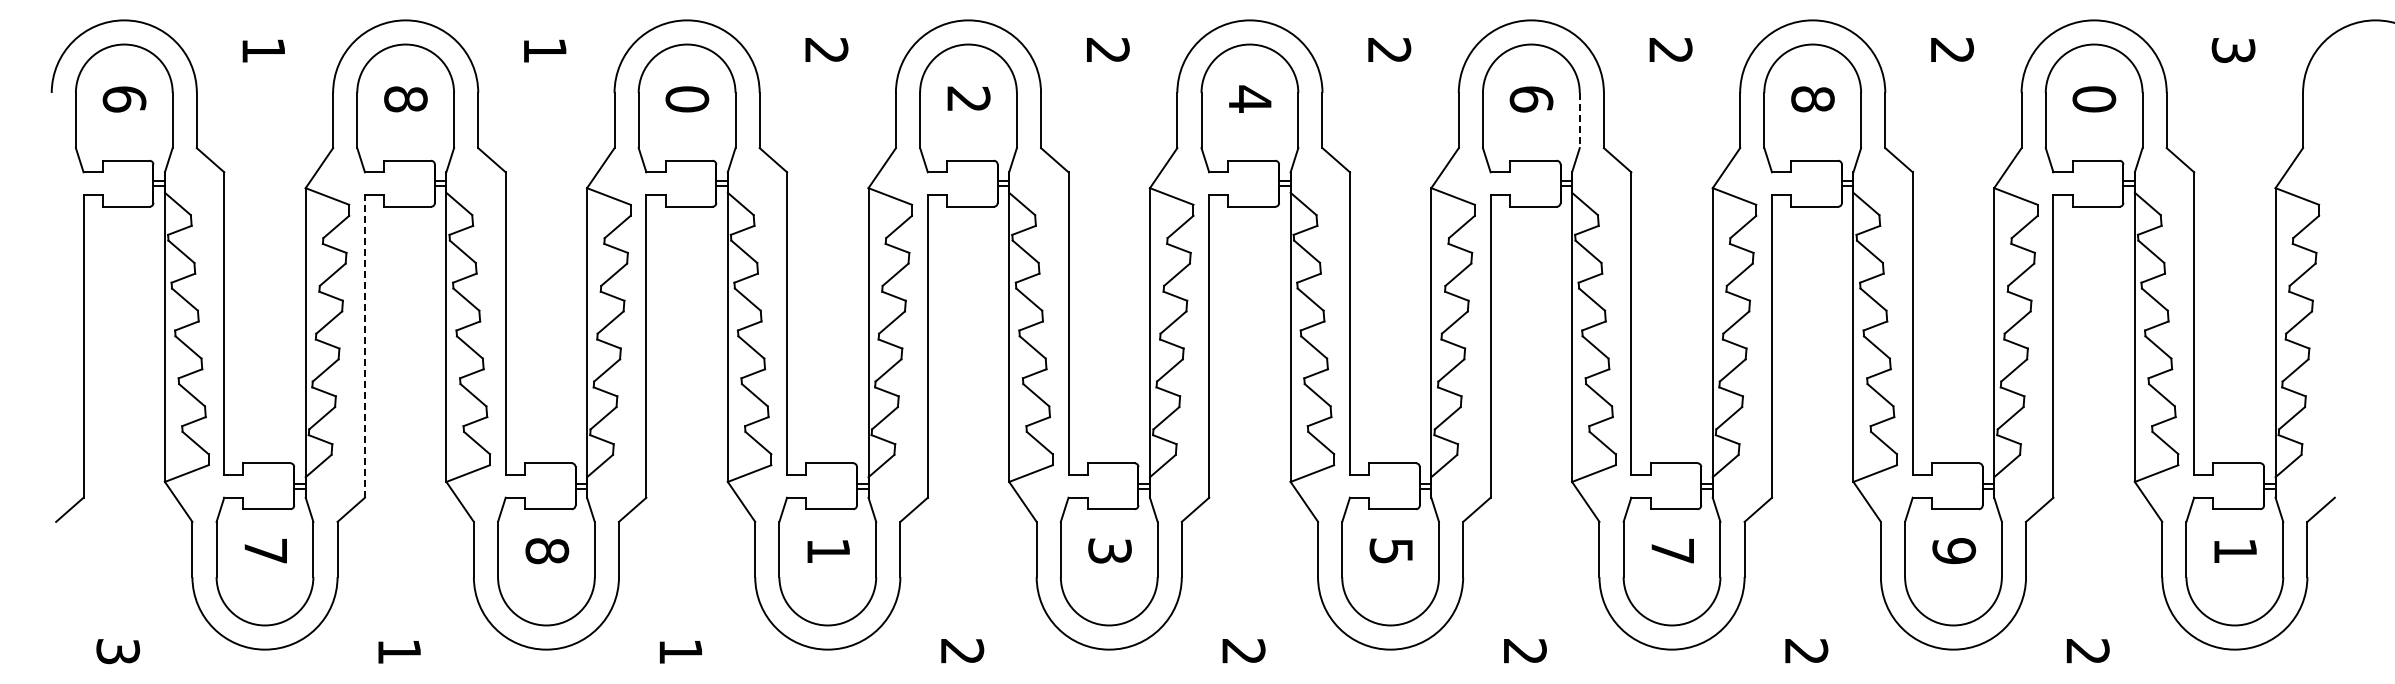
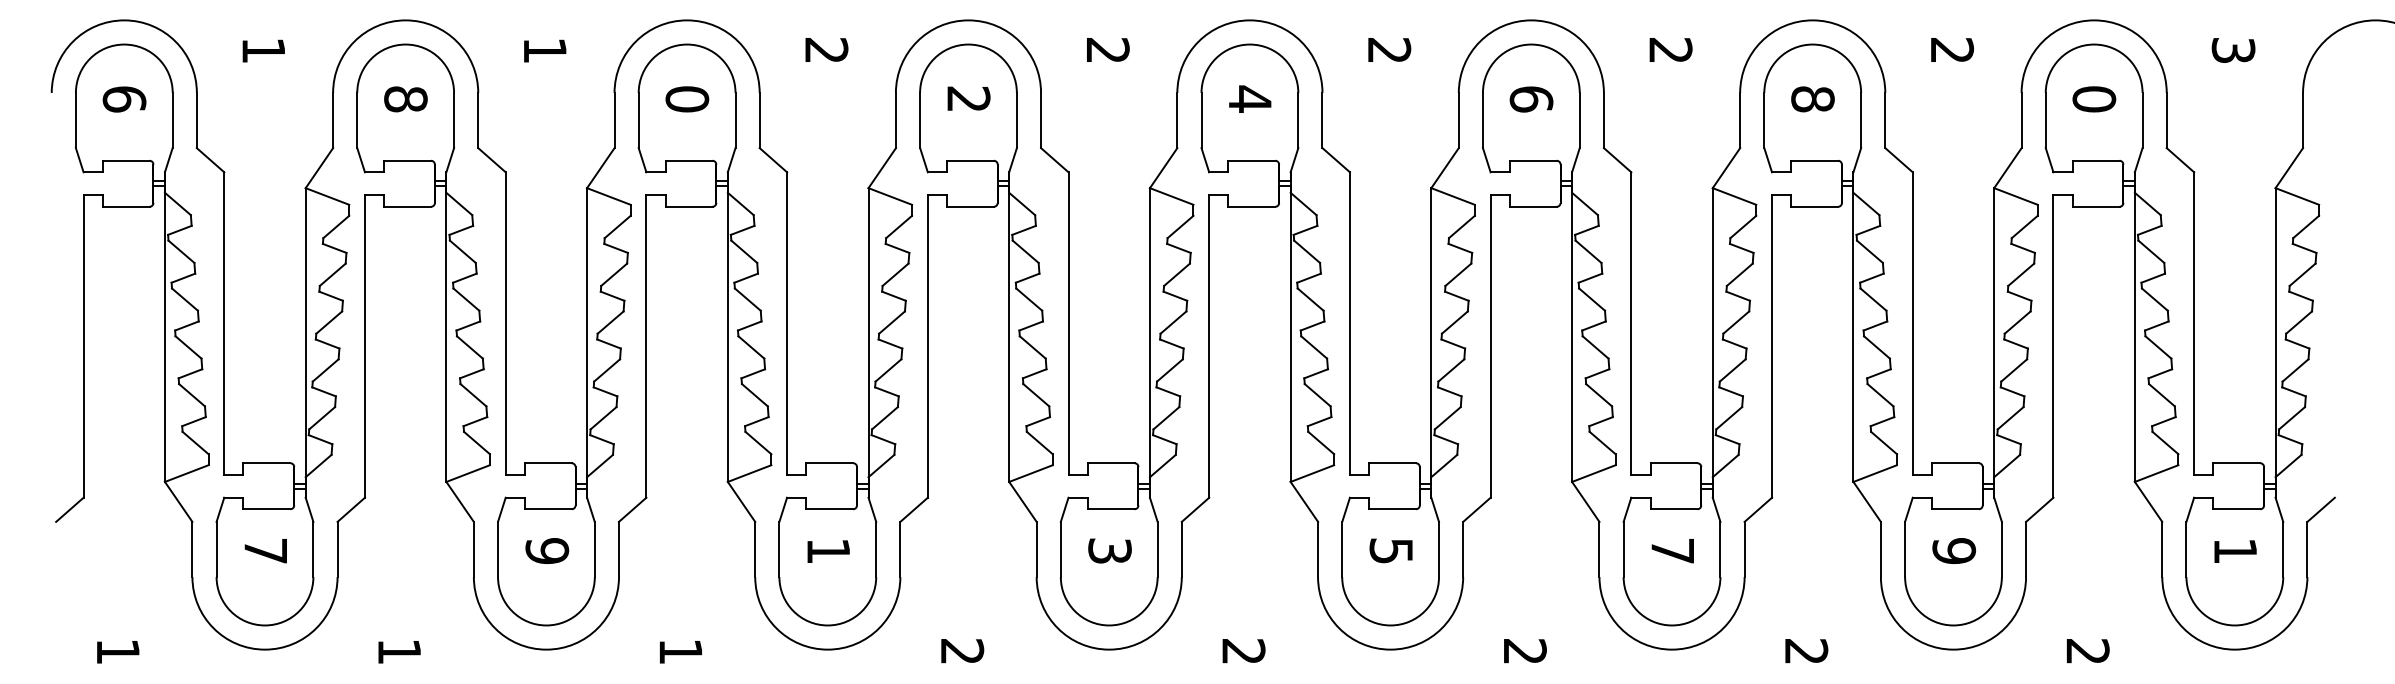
line at (1579, 120): dashed -> solid
line at (364, 346): dashed -> solid
text at (546, 551): 8 -> 9
text at (118, 651): 3 -> 1
